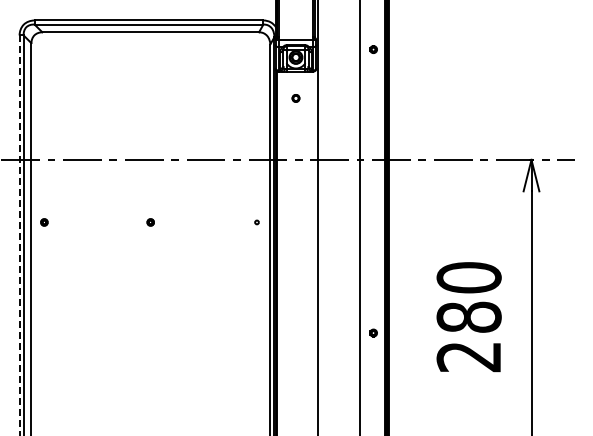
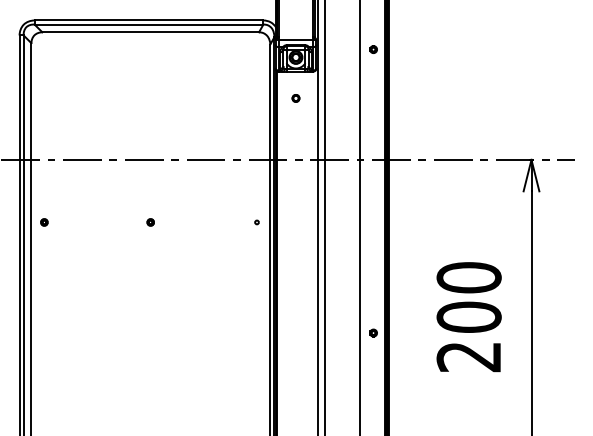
line at (325, 217): none -> present
line at (19, 235): dashed -> solid
text at (468, 316): 280 -> 200
